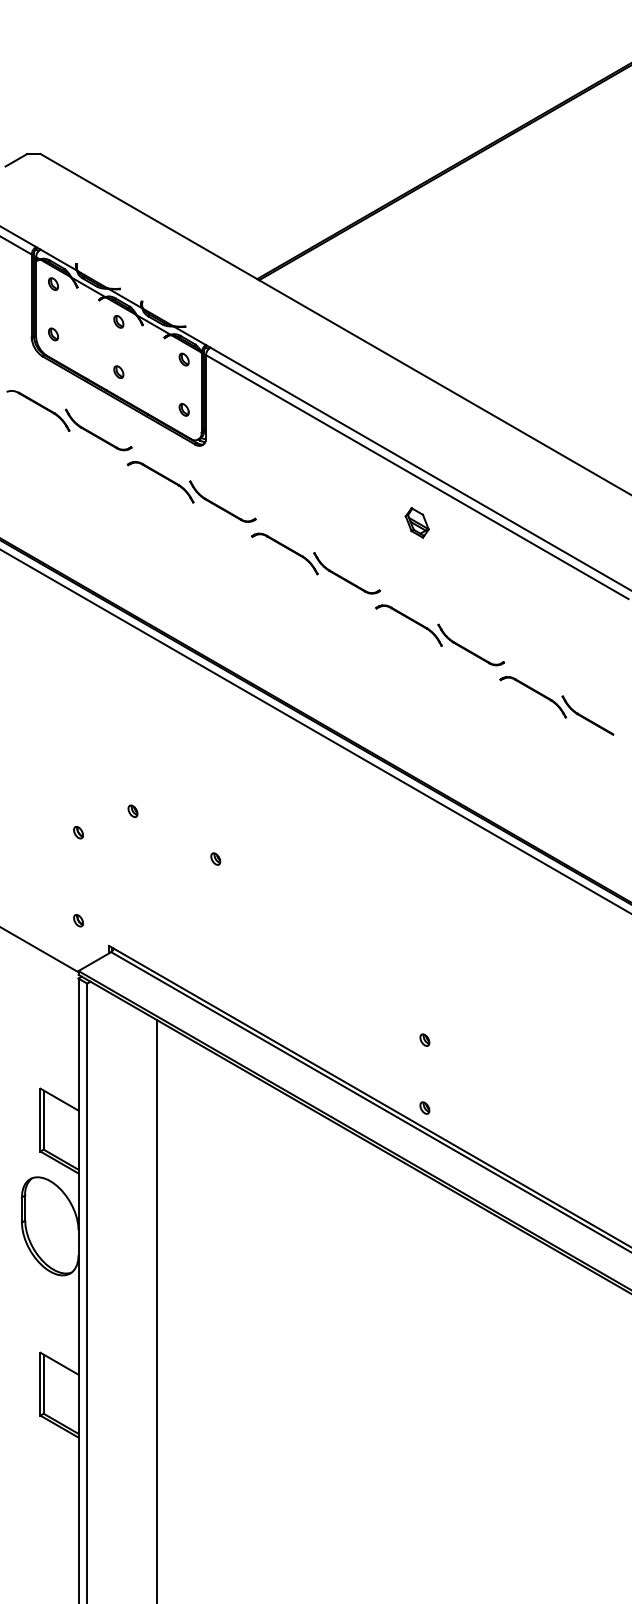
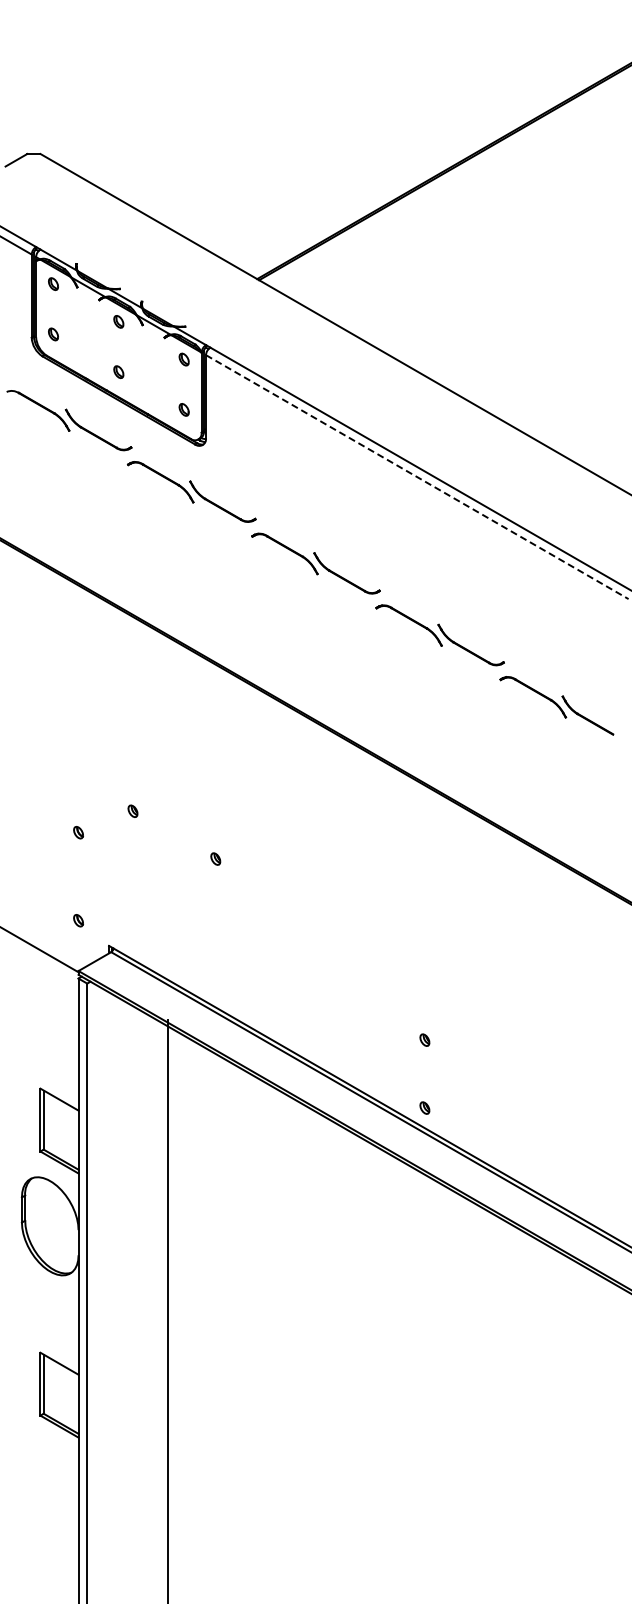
line at (417, 477): solid -> dashed
part at (416, 522): present -> none
line at (315, 731): present -> none
line at (157, 1310) position: (157, 1310) -> (168, 1310)
